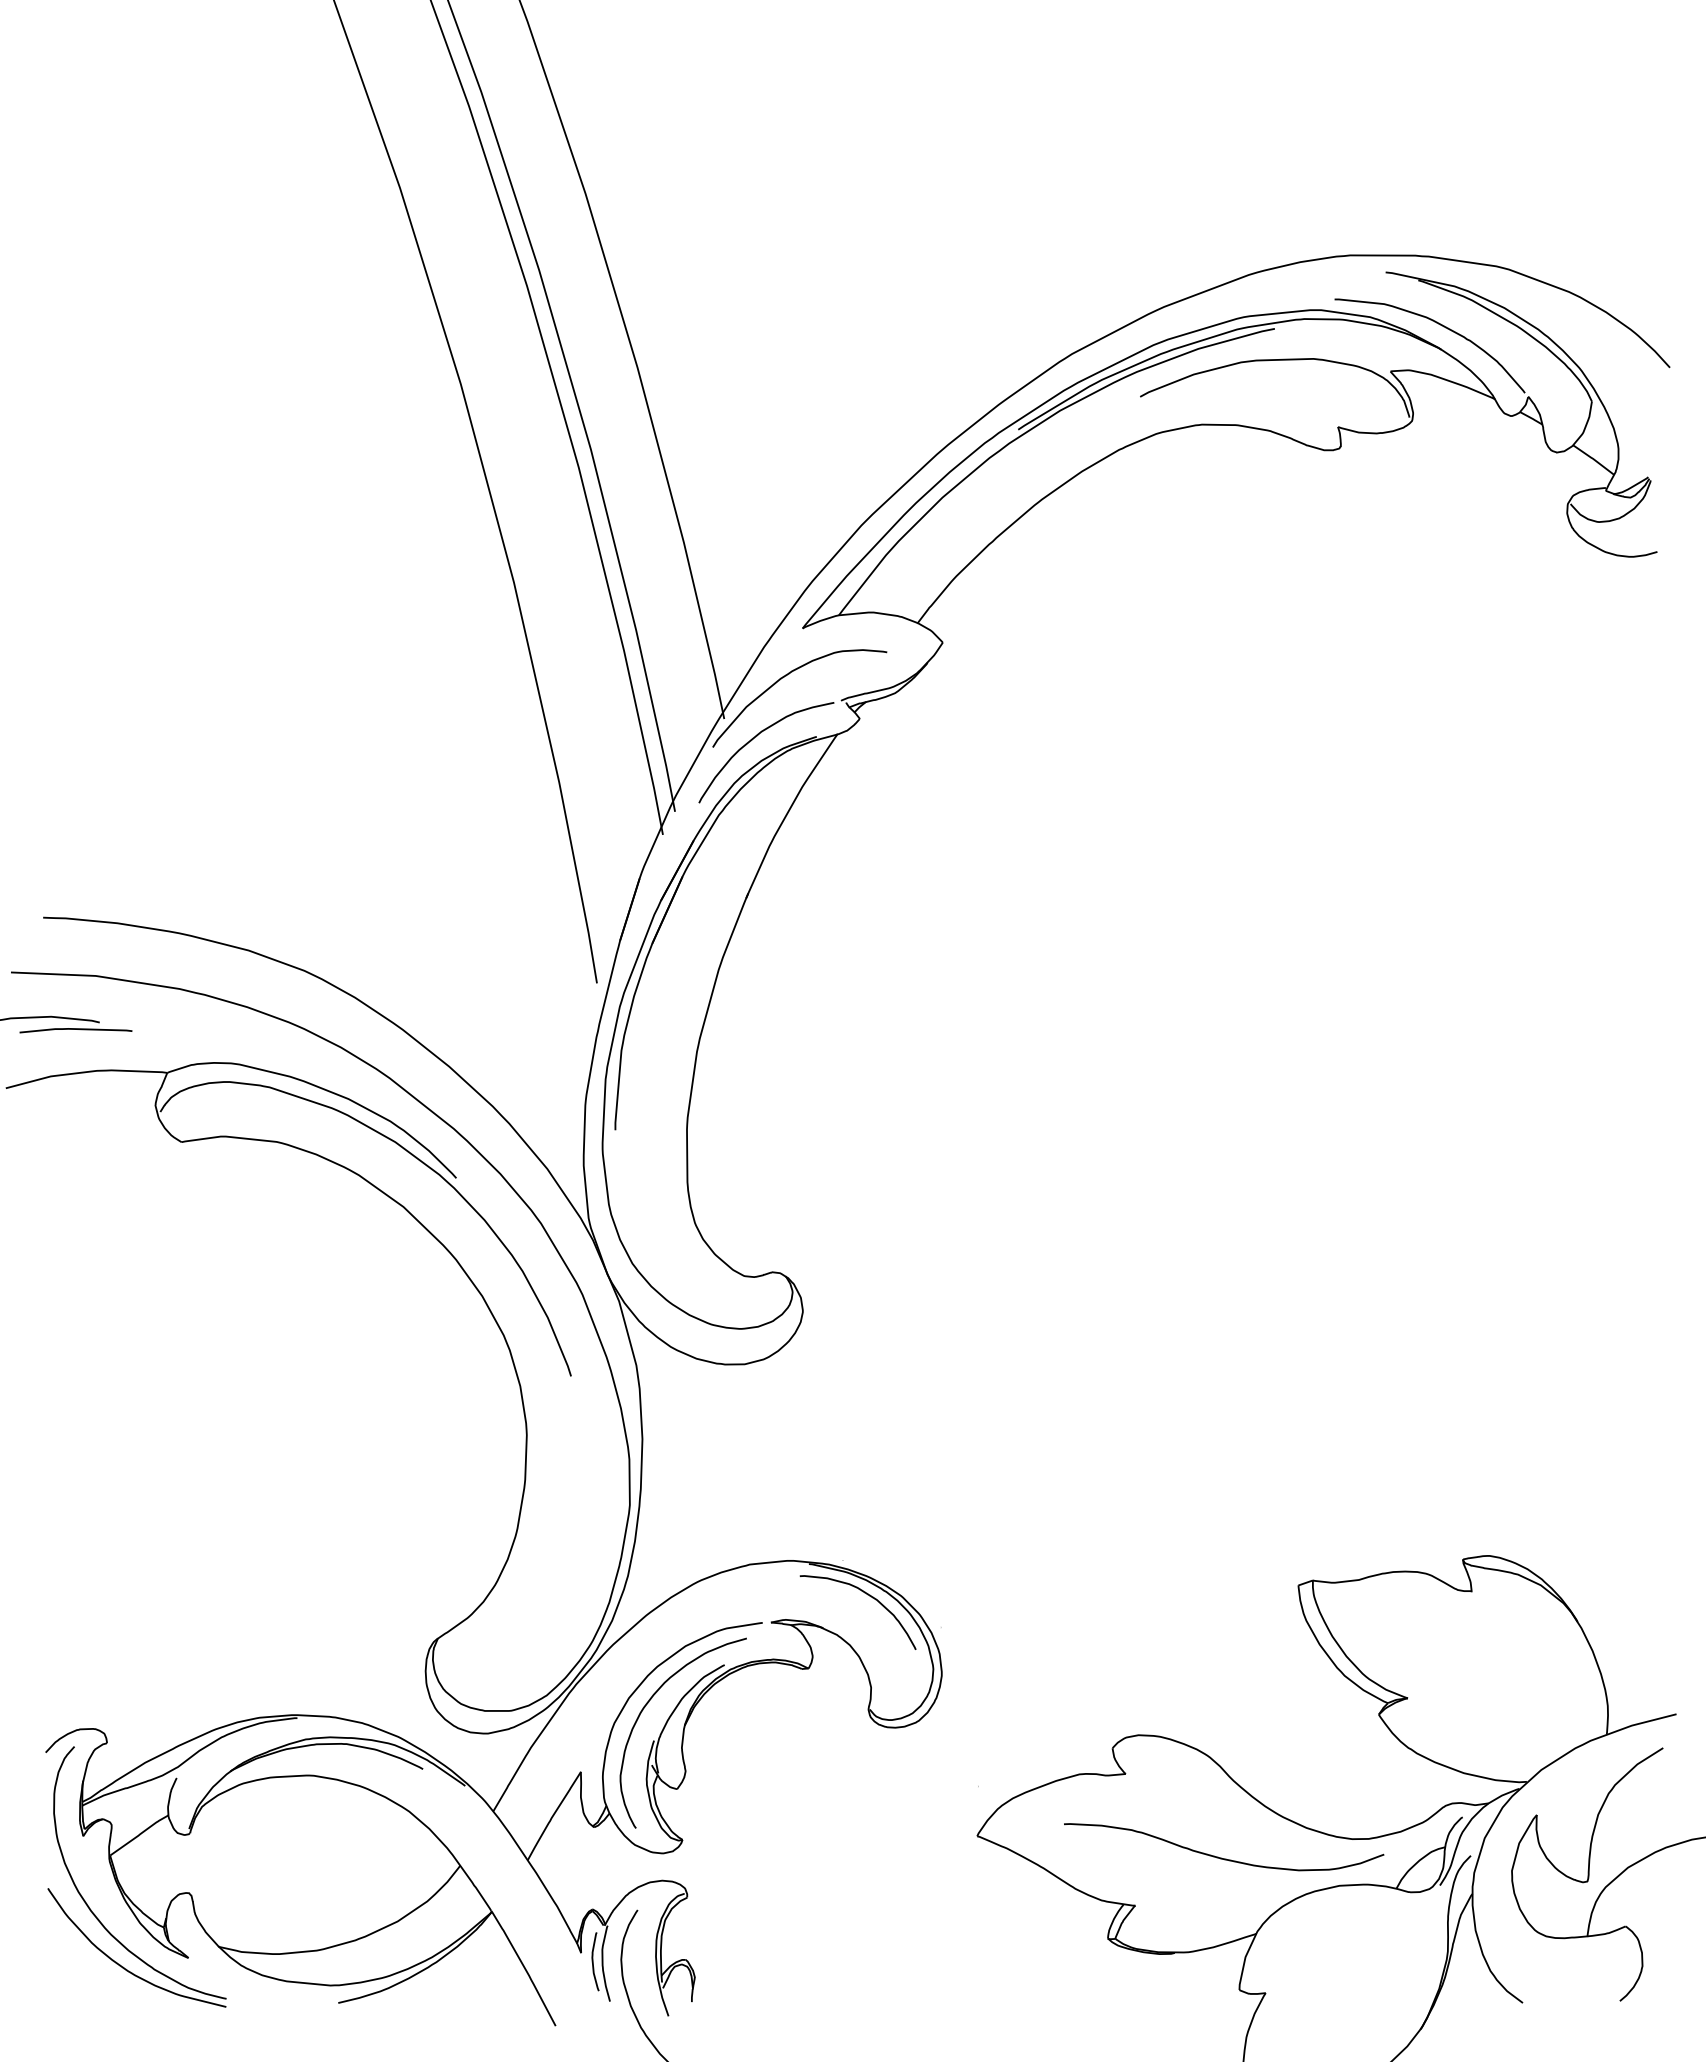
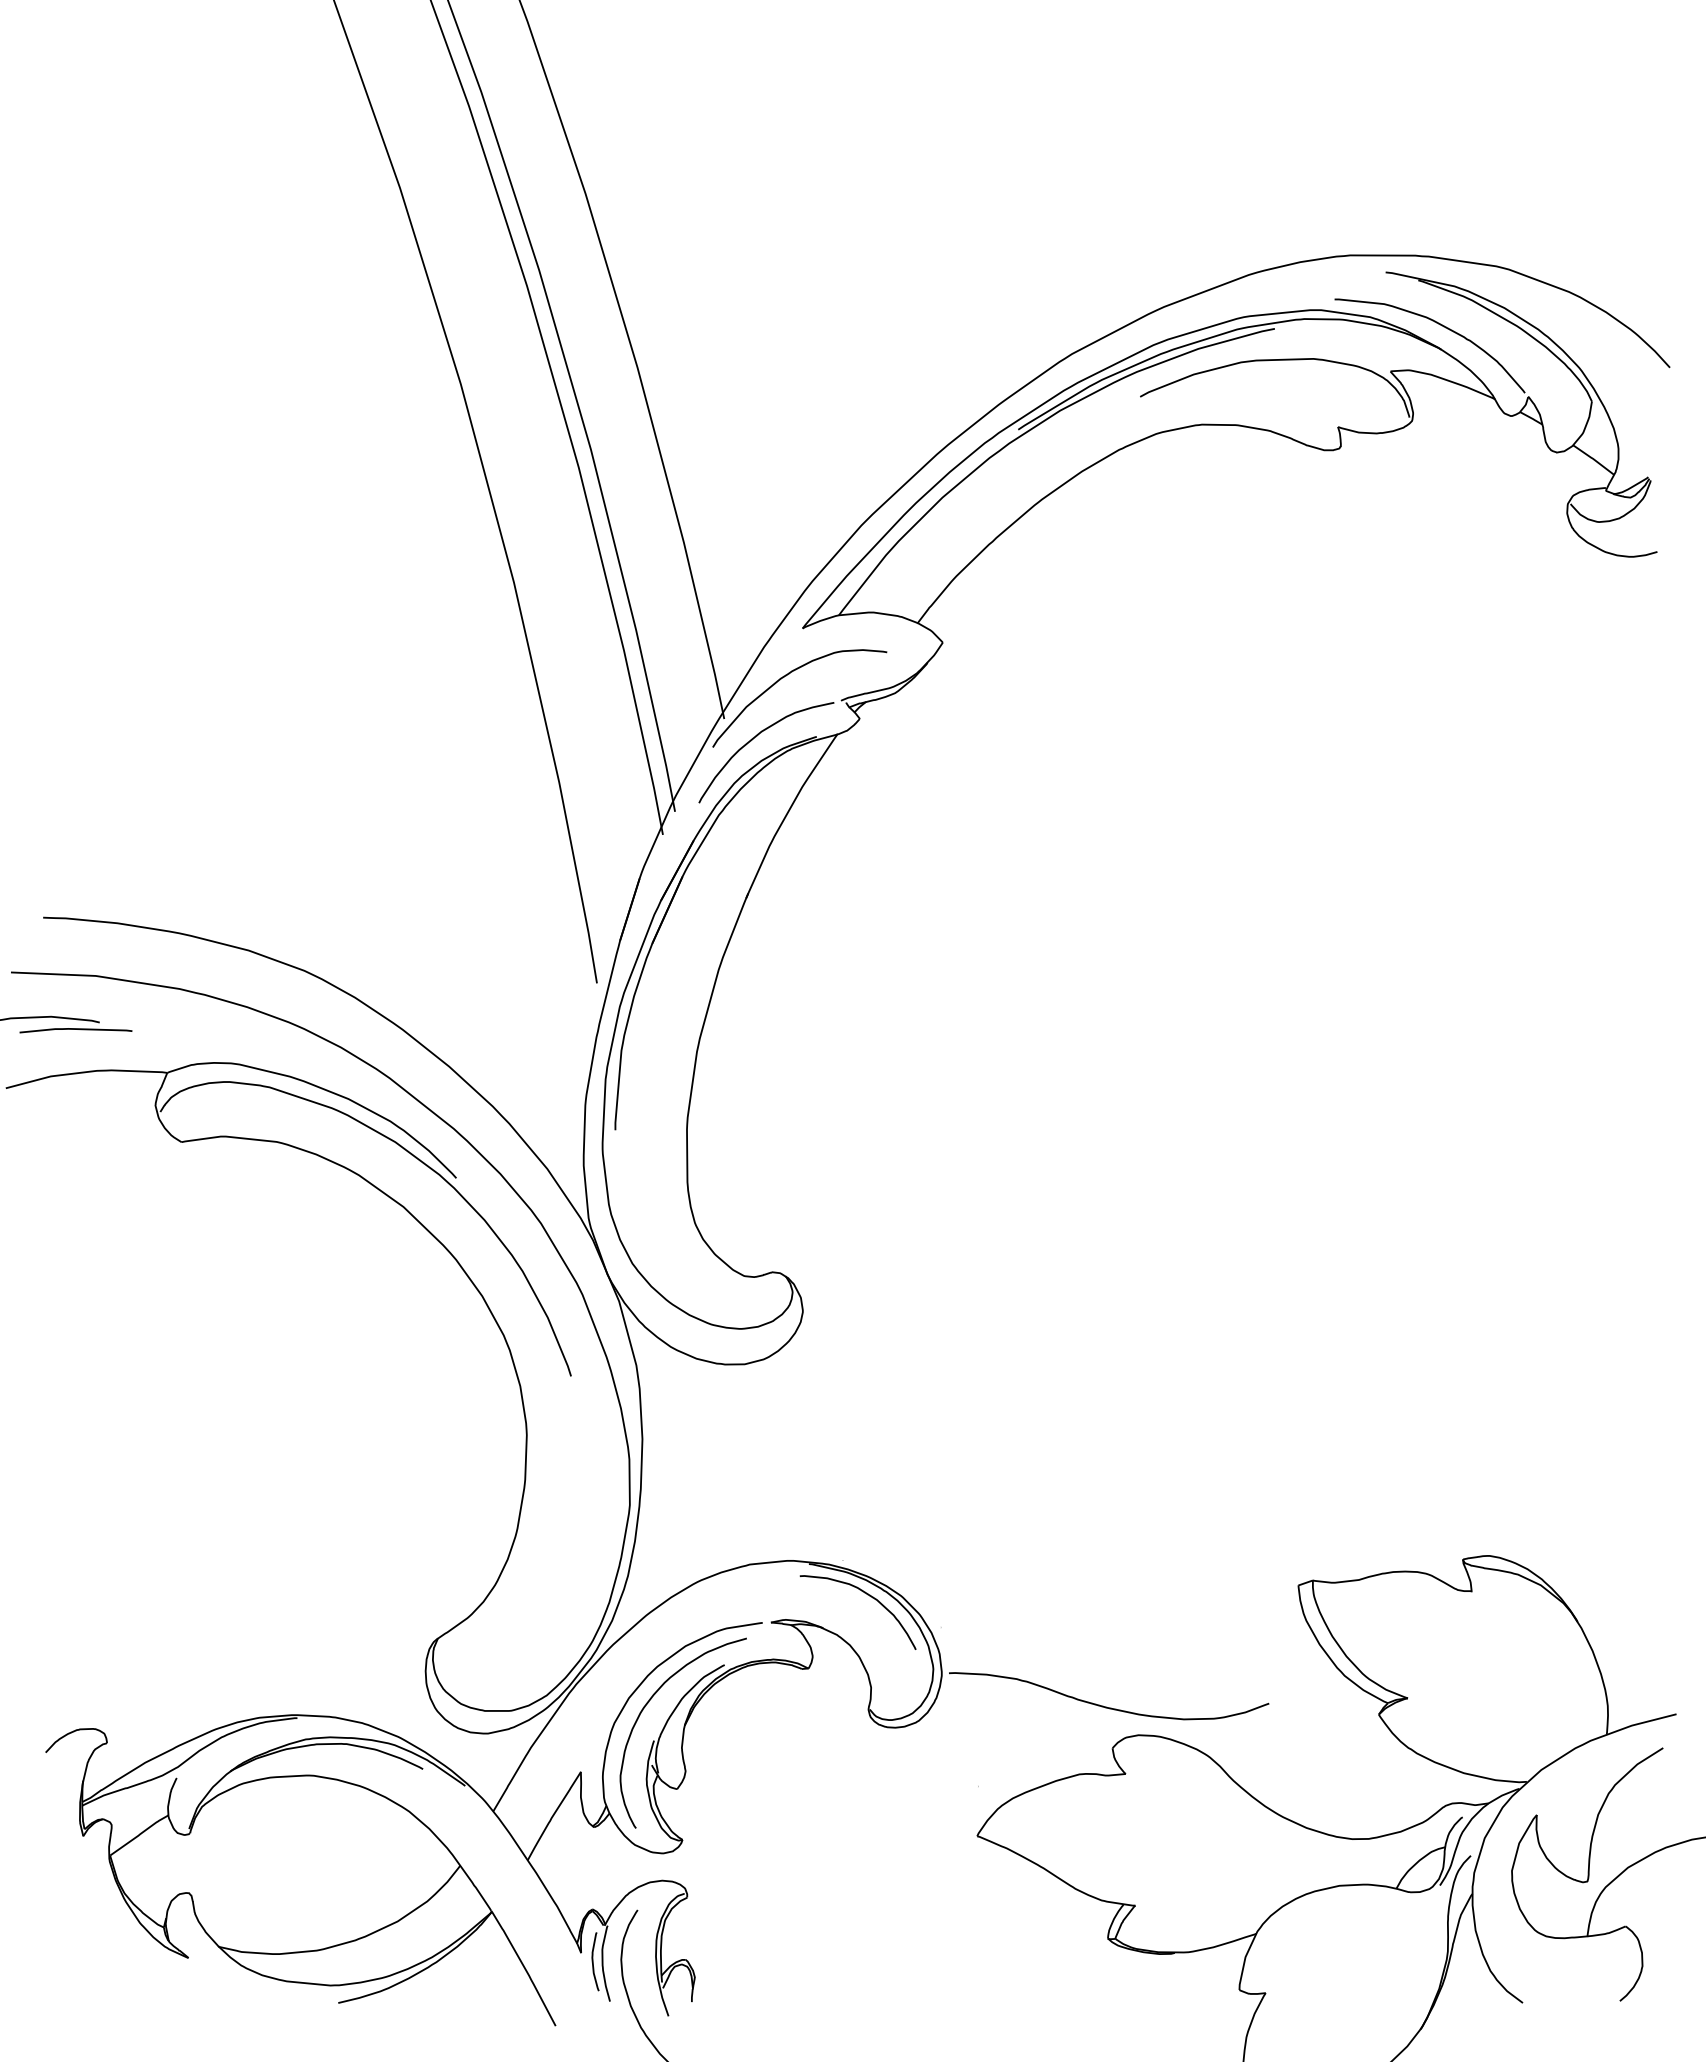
curve at (1221, 1857) position: (1221, 1857) -> (1106, 1706)
part at (89, 1906): present -> none
